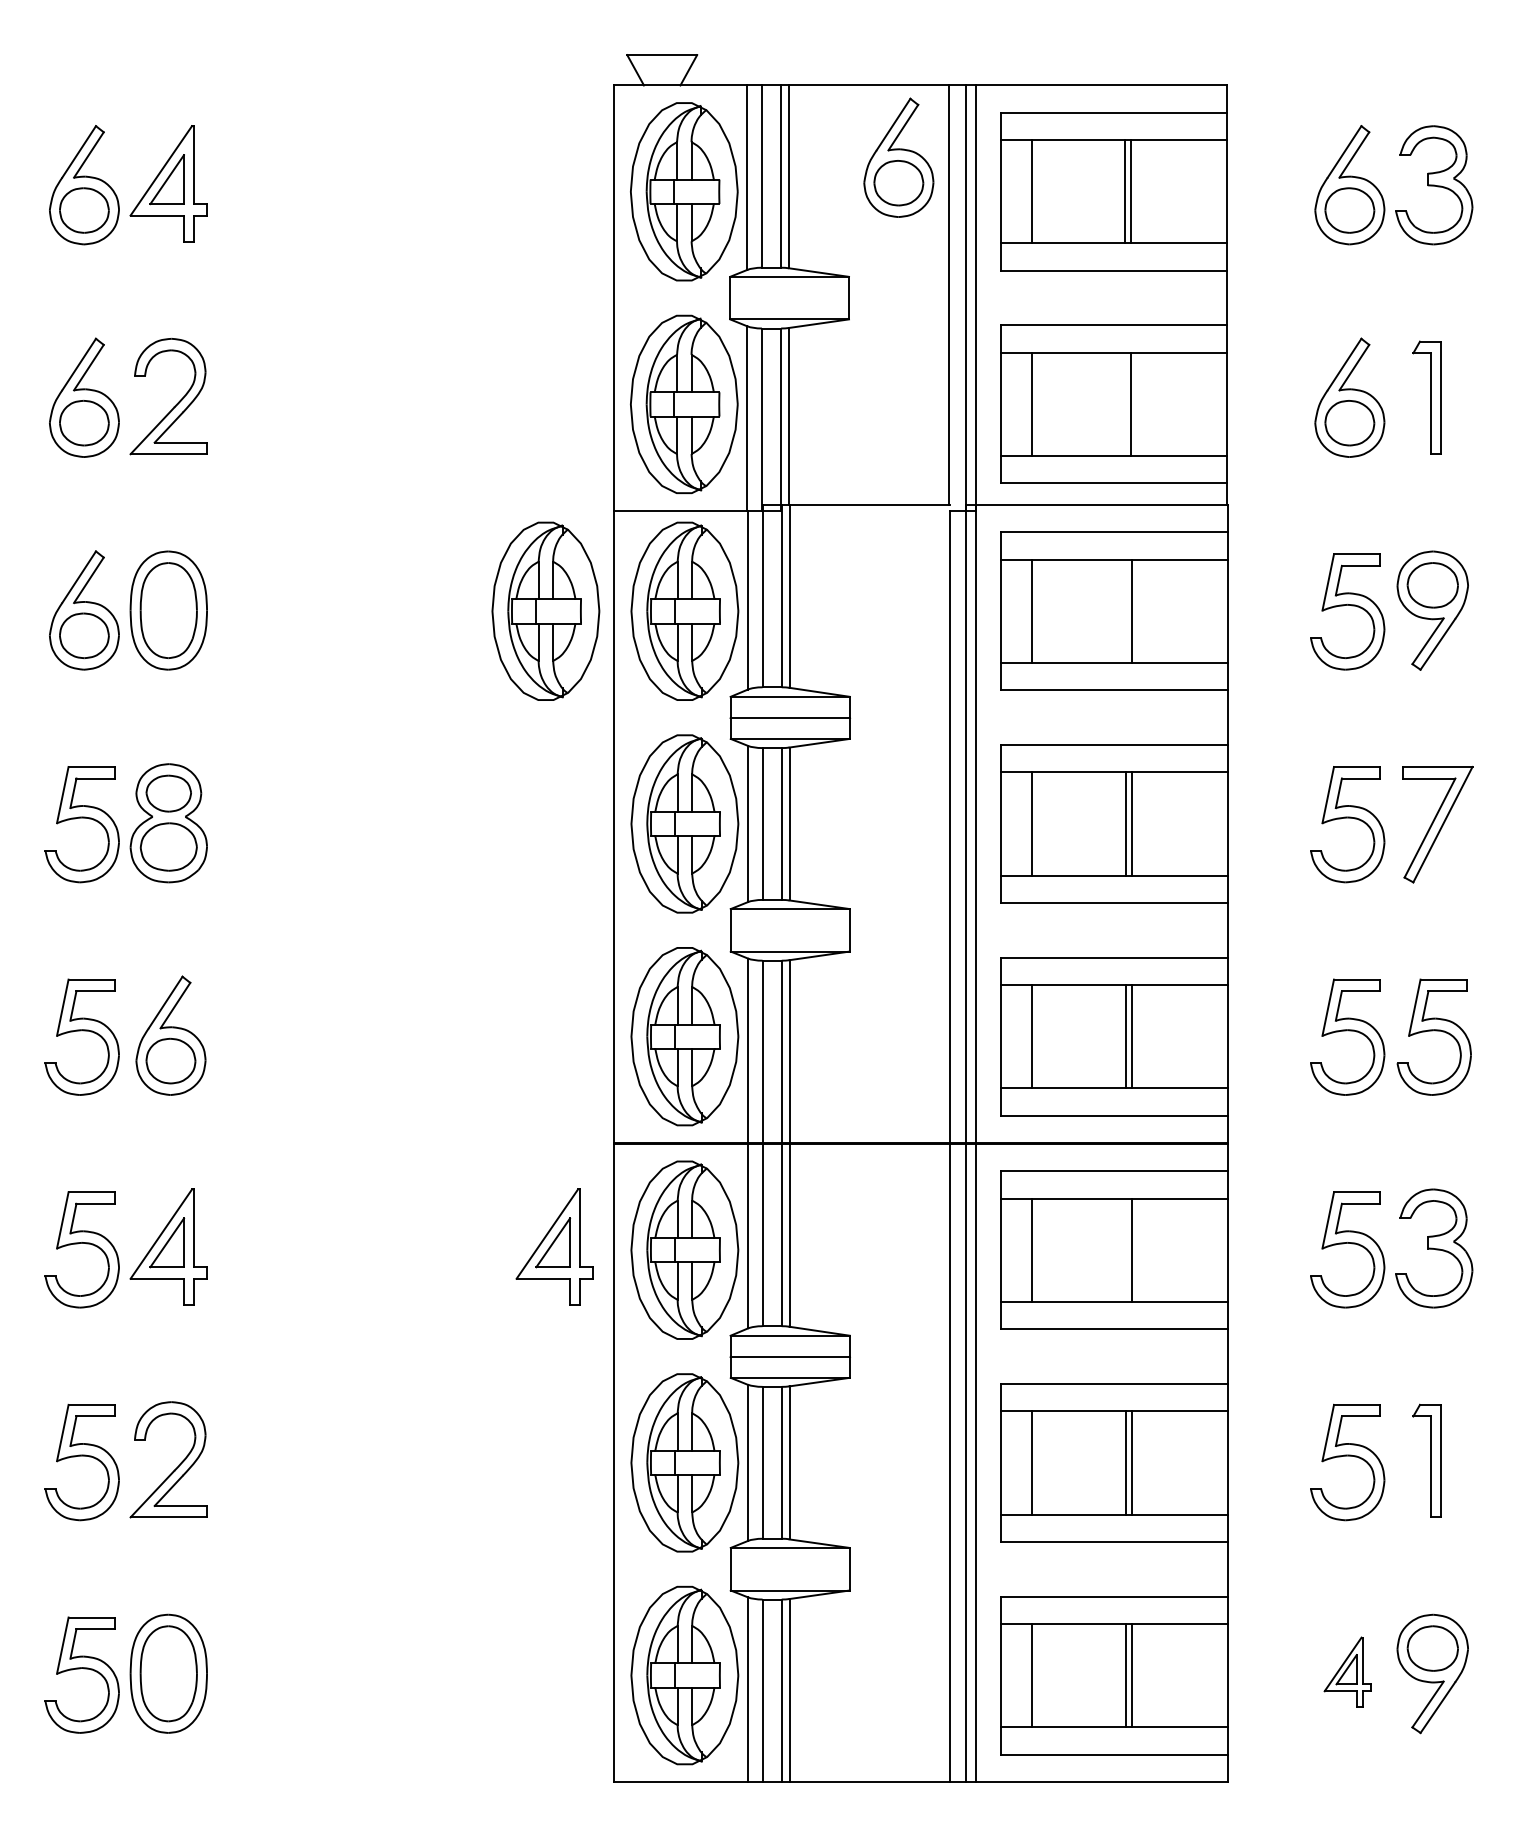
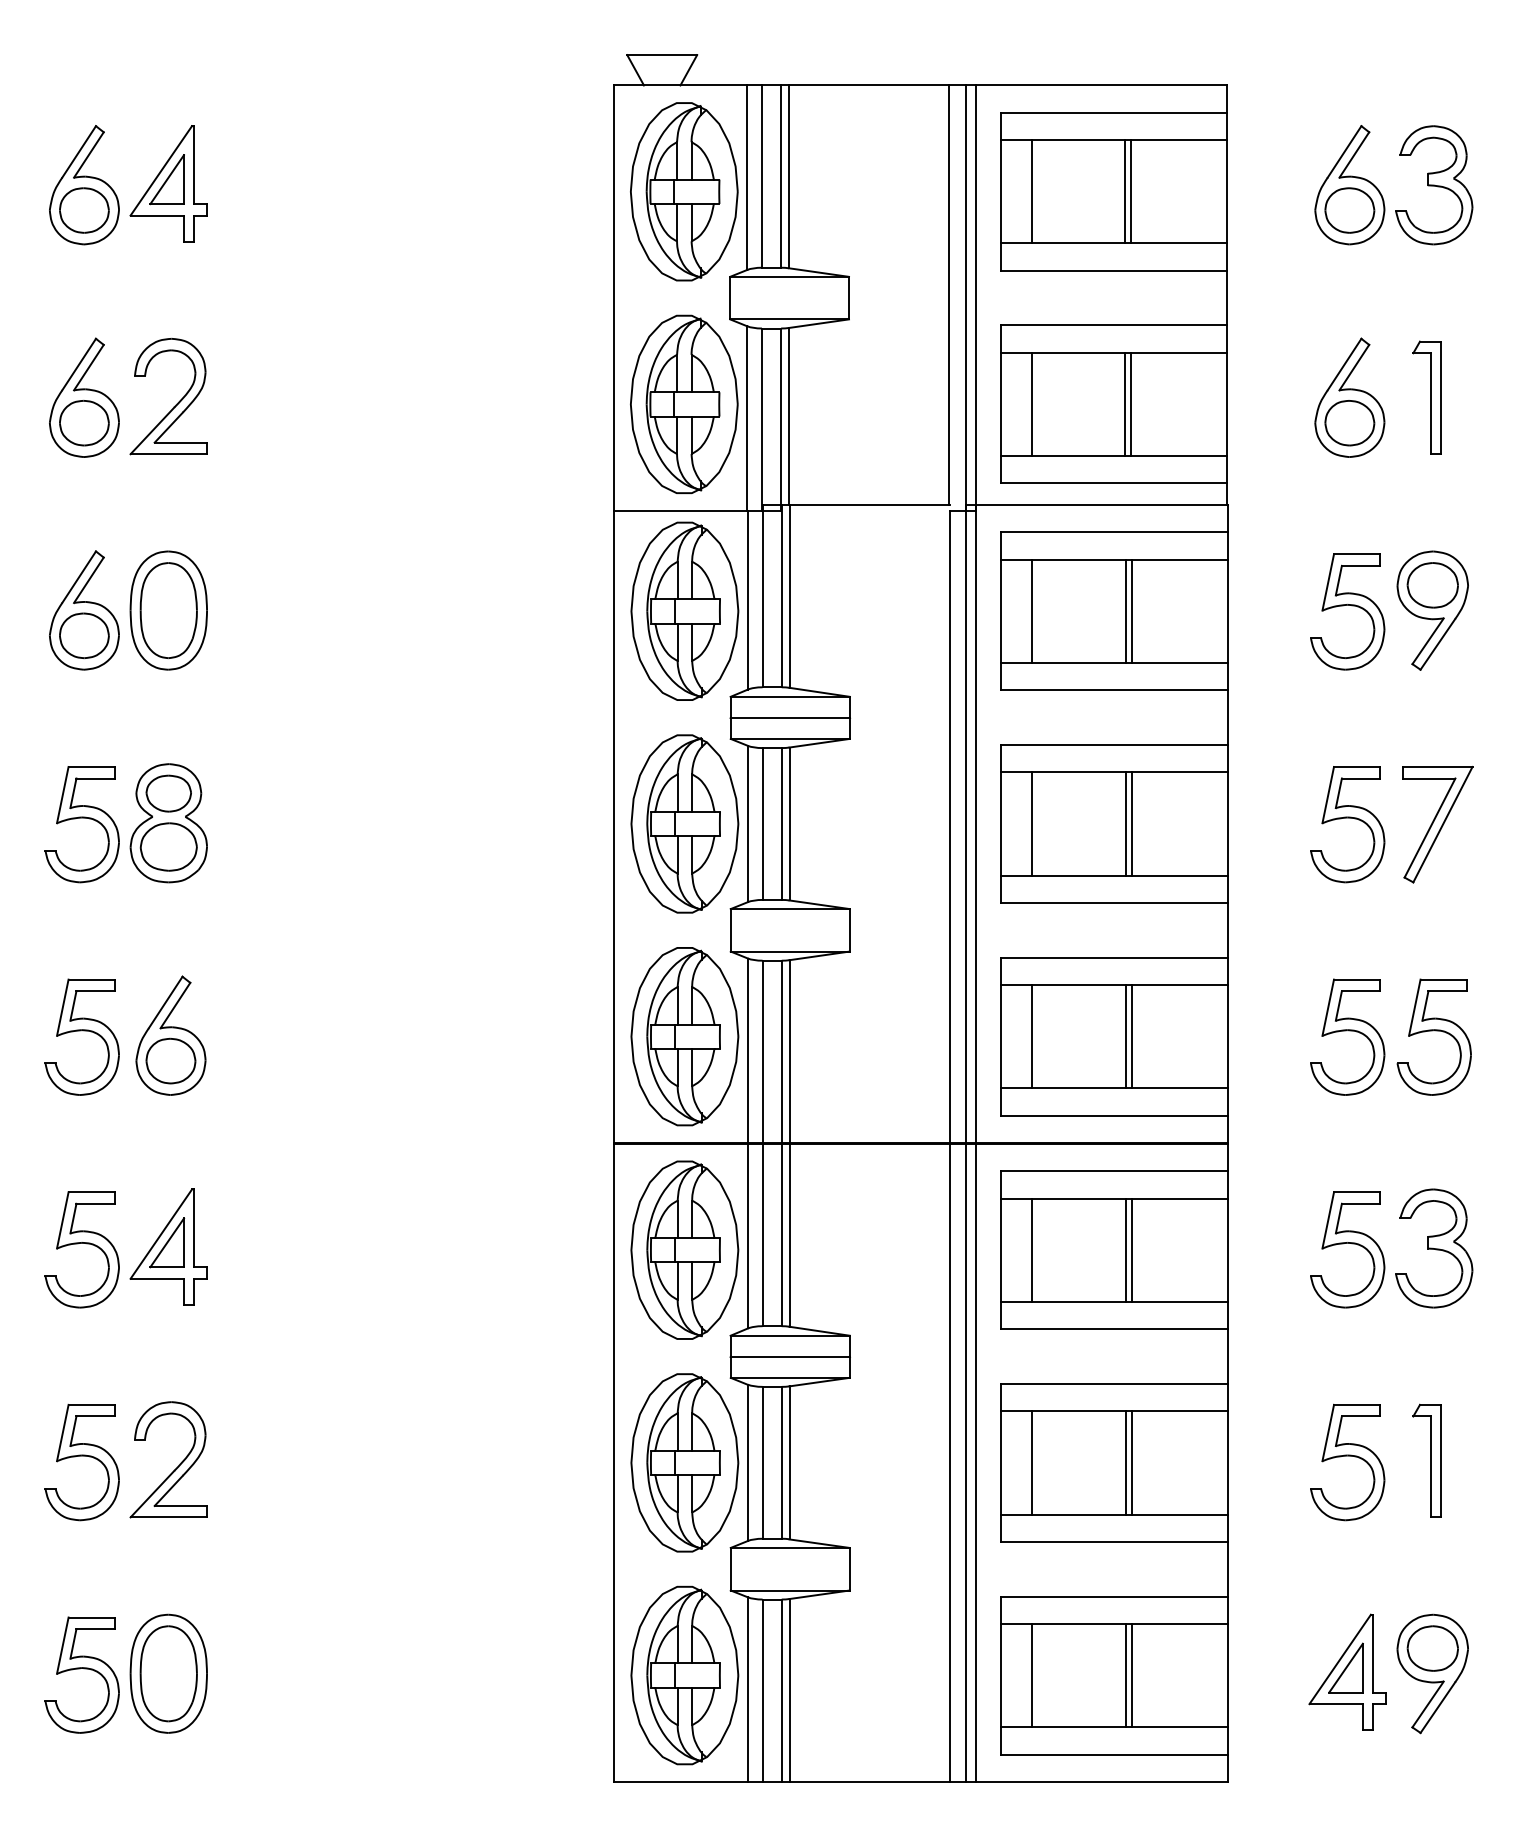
part at (898, 157): present -> none
line at (1125, 404): none -> present
part at (545, 610): present -> none
line at (1126, 610): none -> present
part at (554, 1246): present -> none
line at (1126, 1249): none -> present
part at (1347, 1671) size: 49x72 px -> 79x118 px
